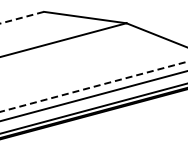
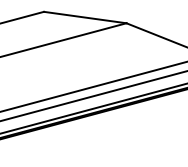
line at (21, 17): dashed -> solid
line at (94, 86): dashed -> solid
